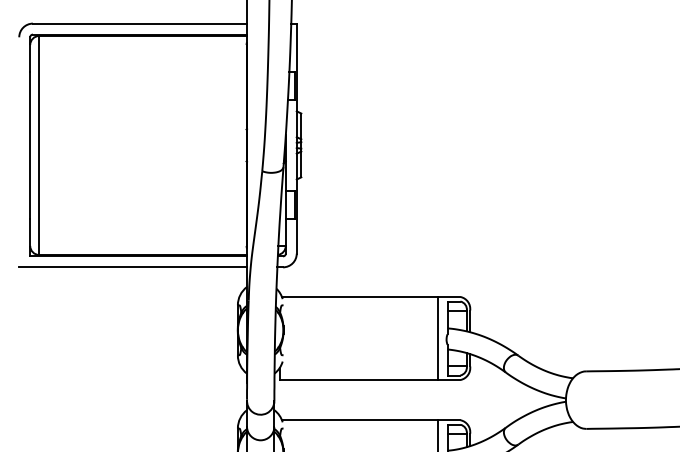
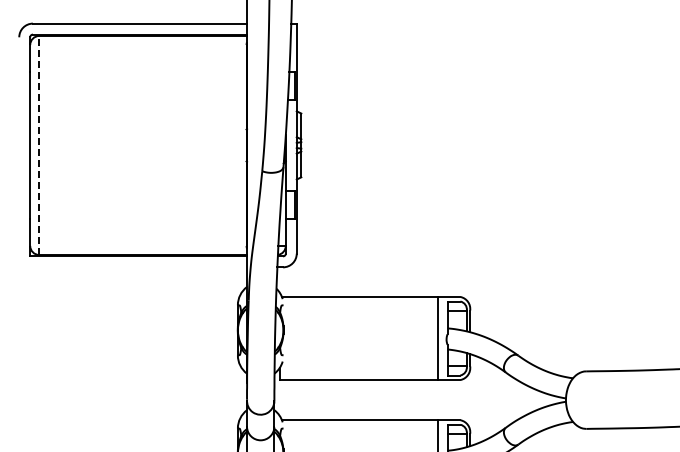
line at (39, 145): solid -> dashed
line at (133, 267): present -> none
